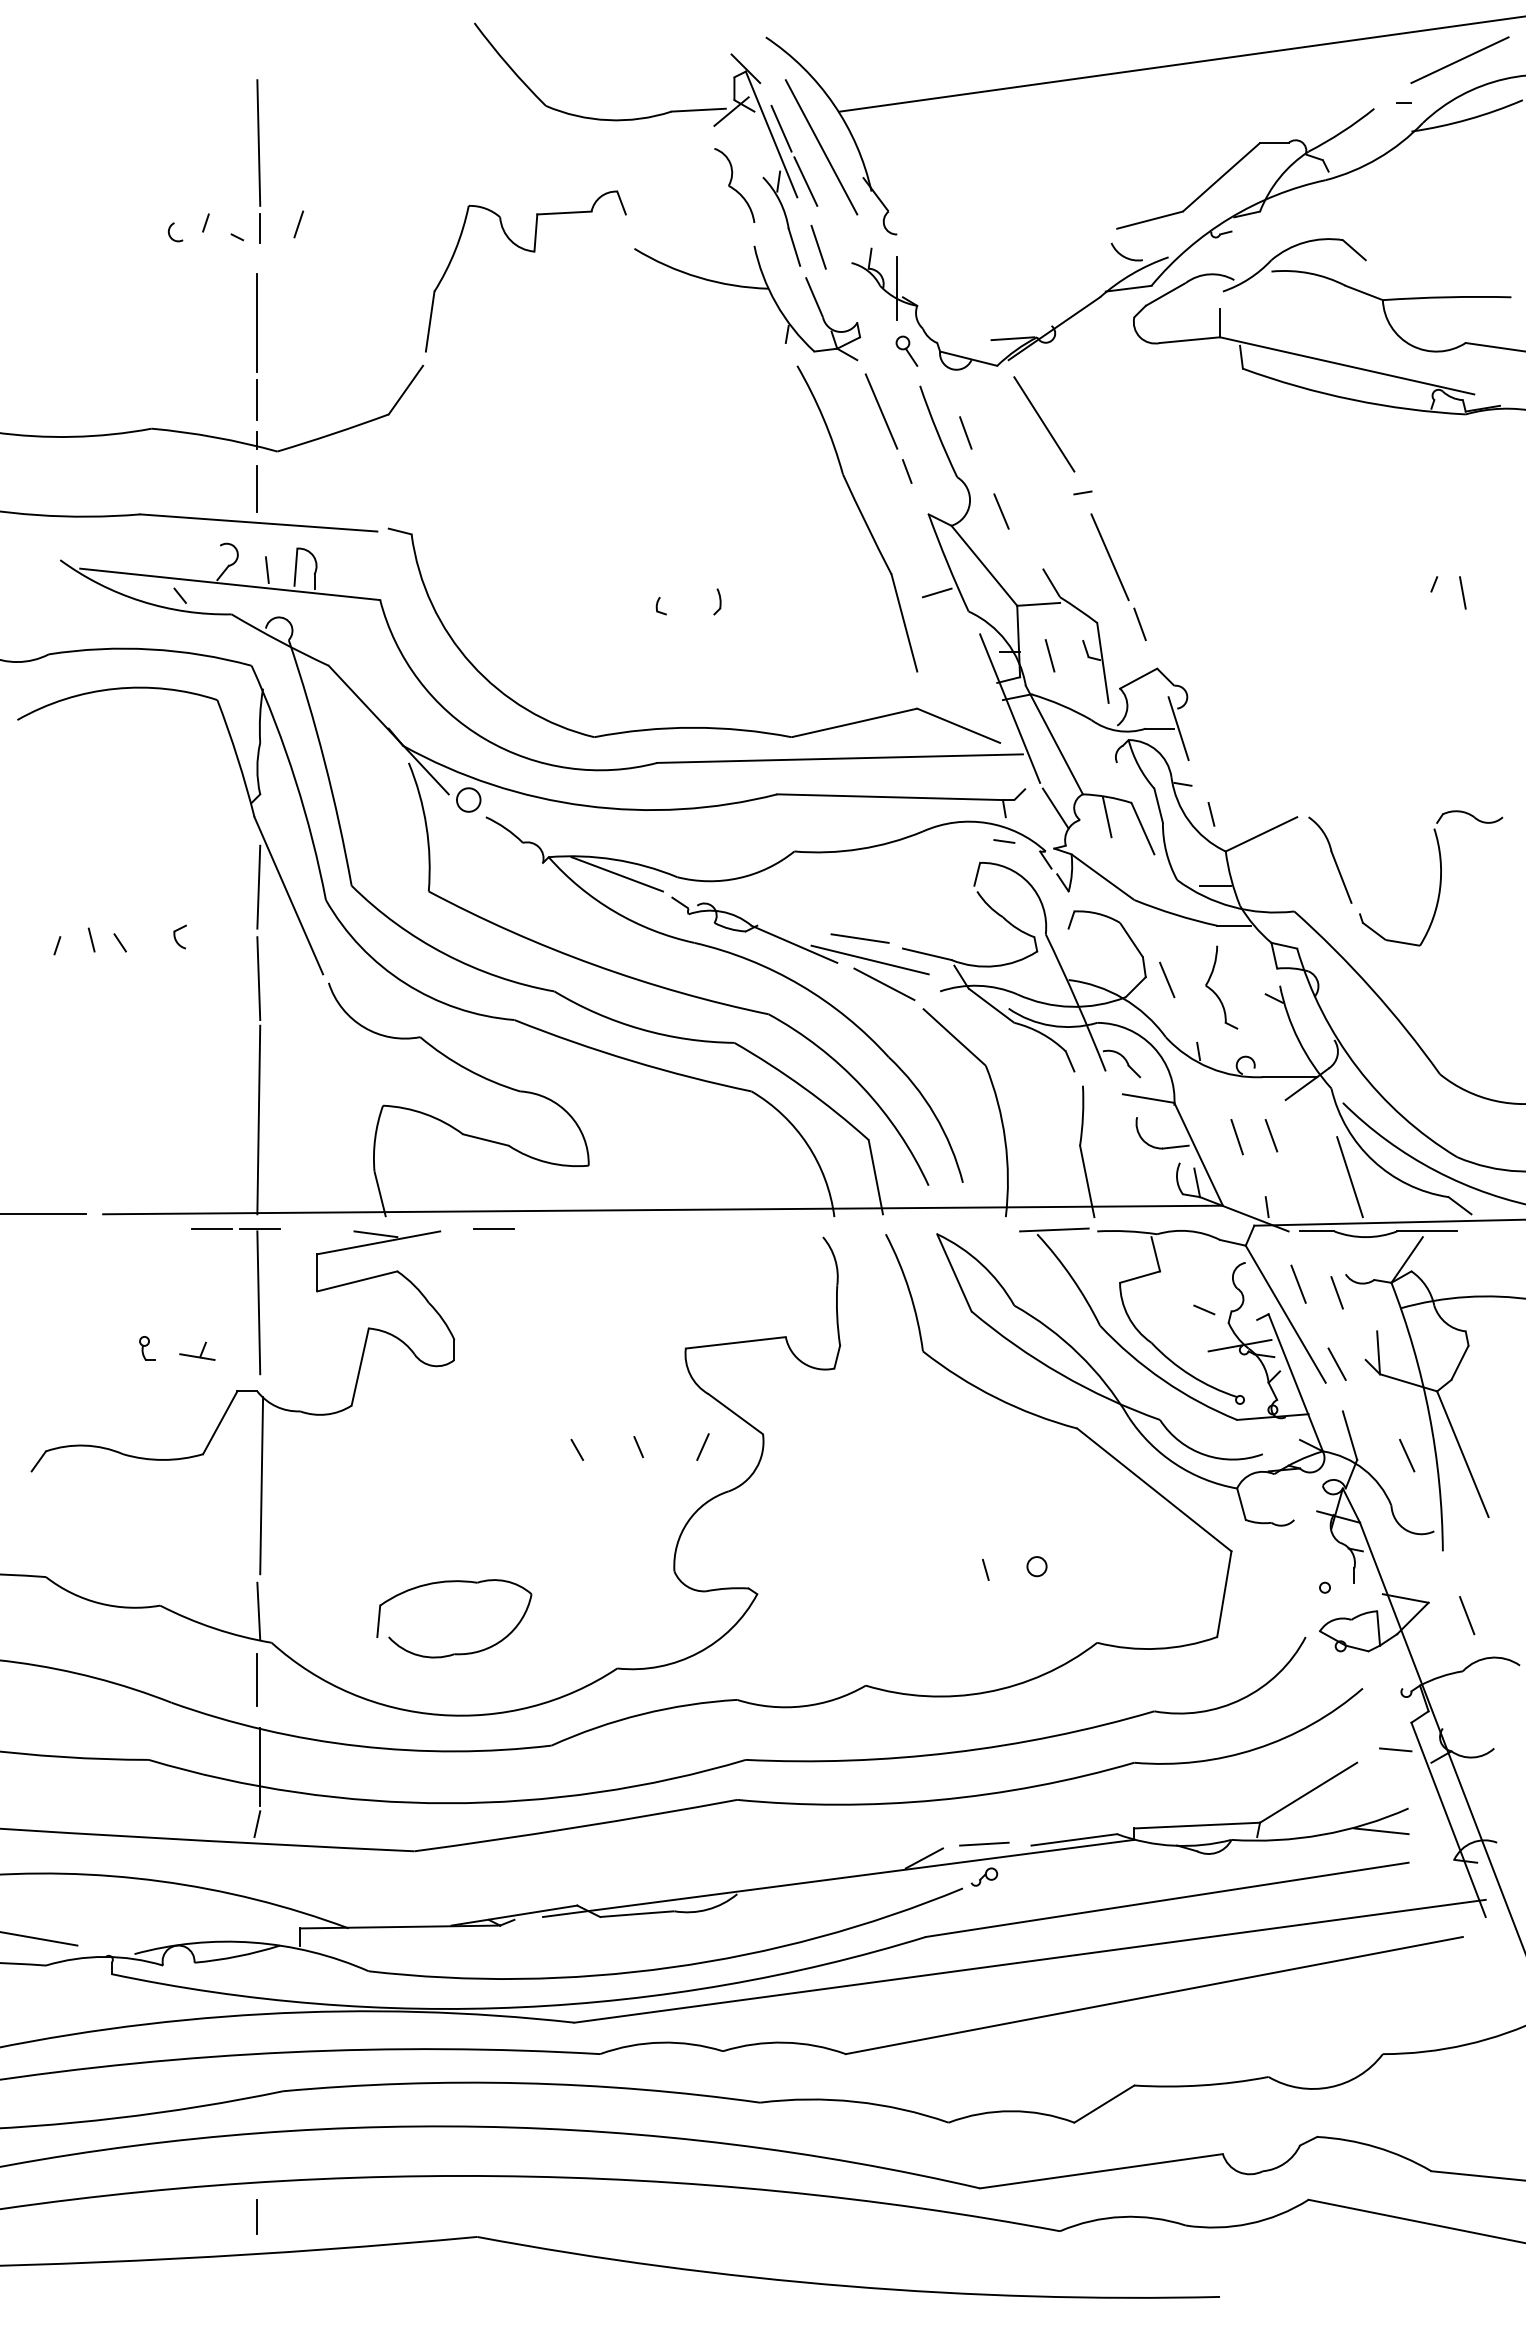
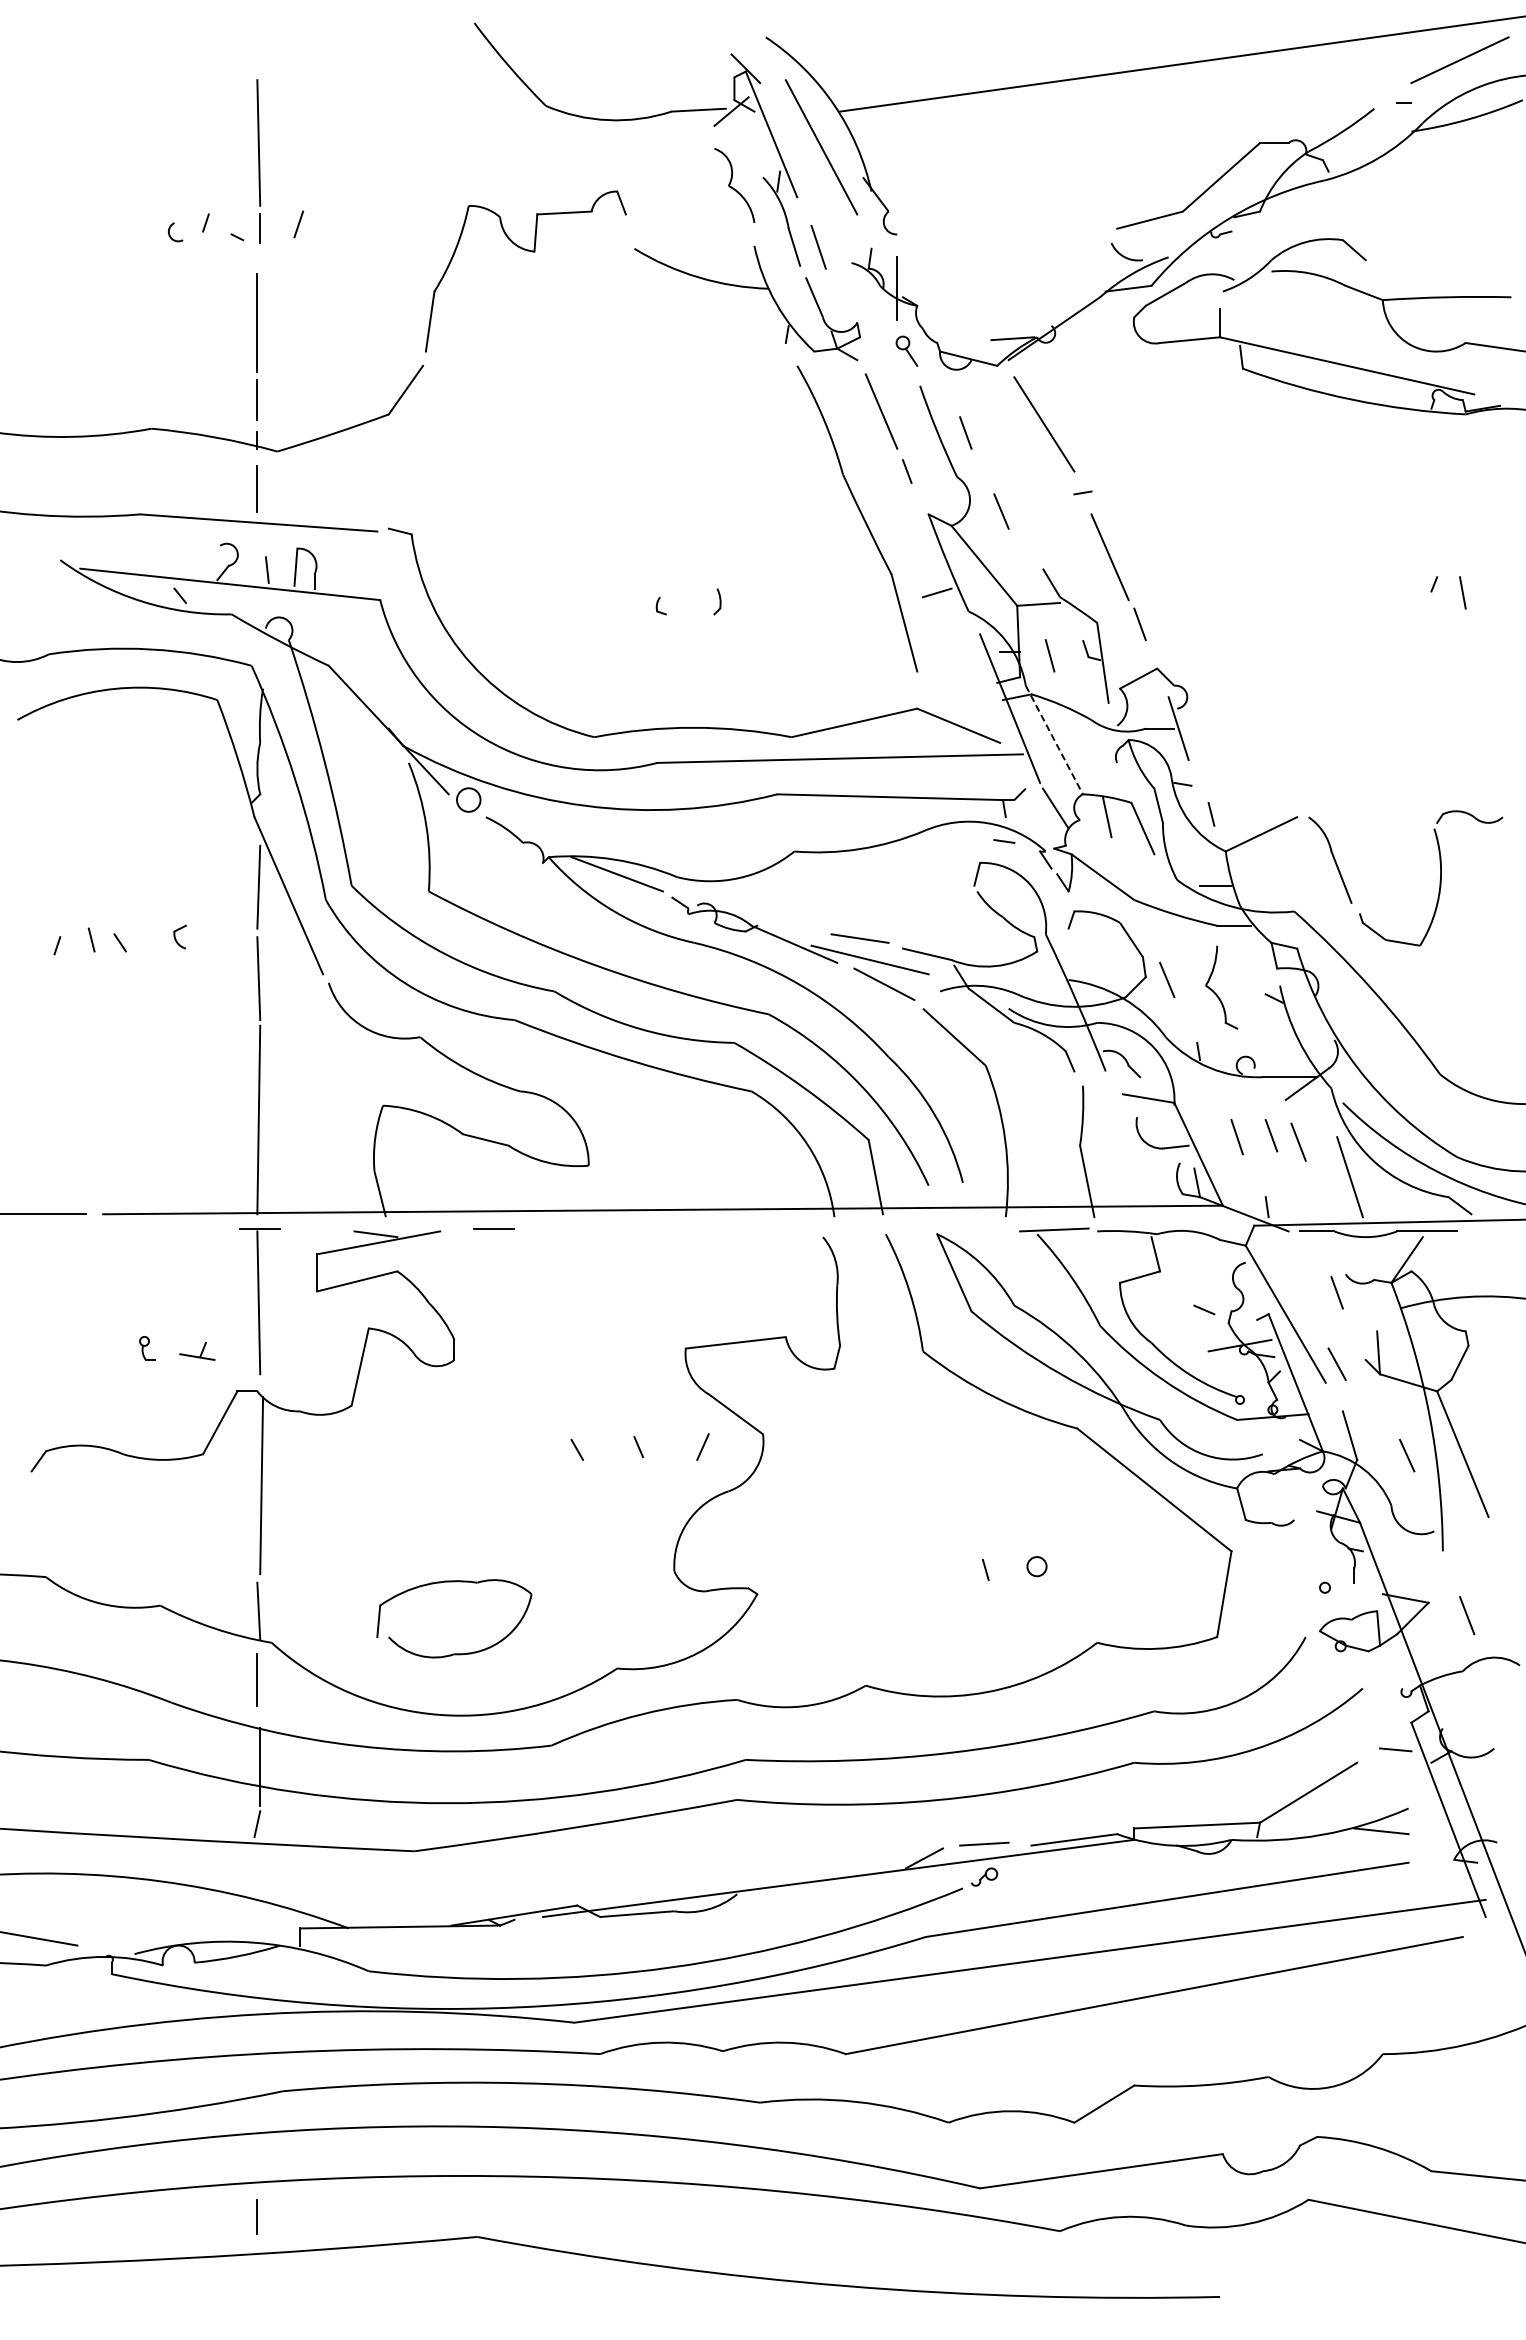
line at (794, 156): present -> none
line at (1054, 740): solid -> dashed
line at (211, 1228): present -> none
line at (1298, 1283) position: (1298, 1283) -> (1298, 1141)
